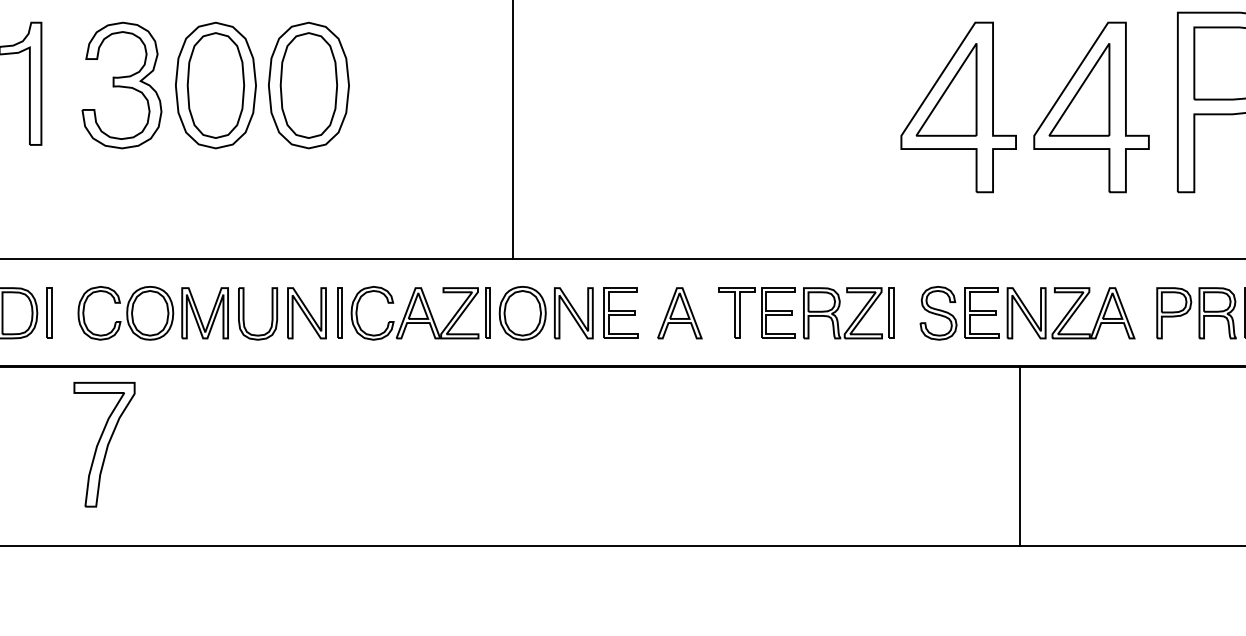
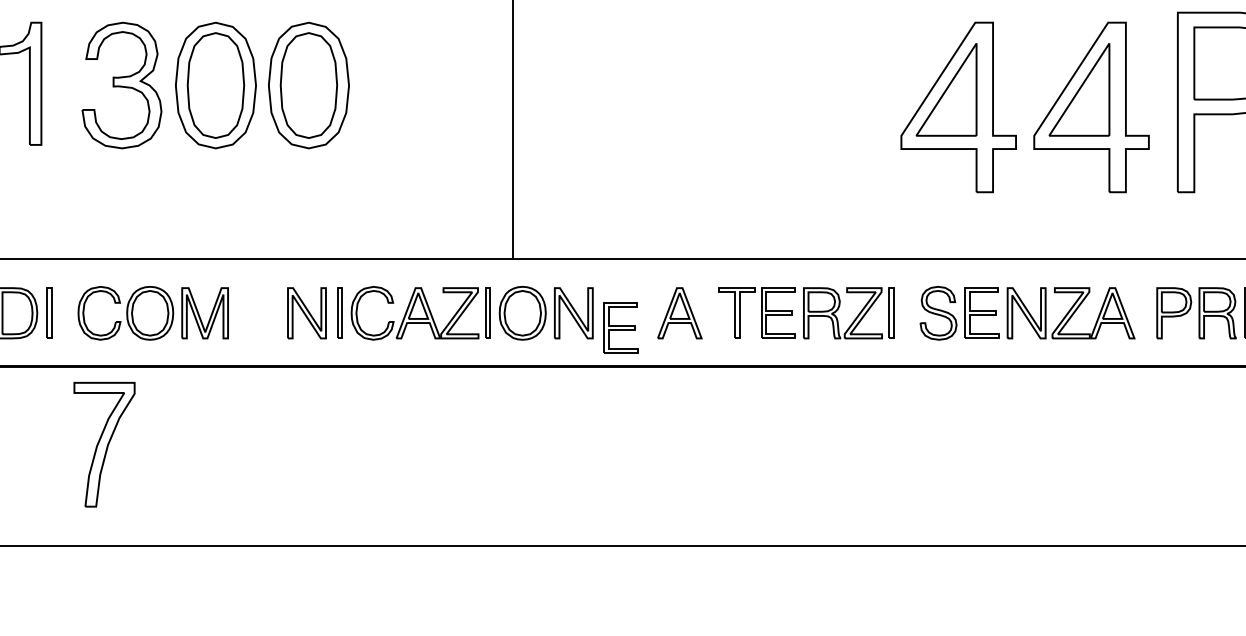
part at (620, 312) position: (620, 312) -> (620, 327)
part at (271, 313): present -> none
line at (1019, 456): present -> none
